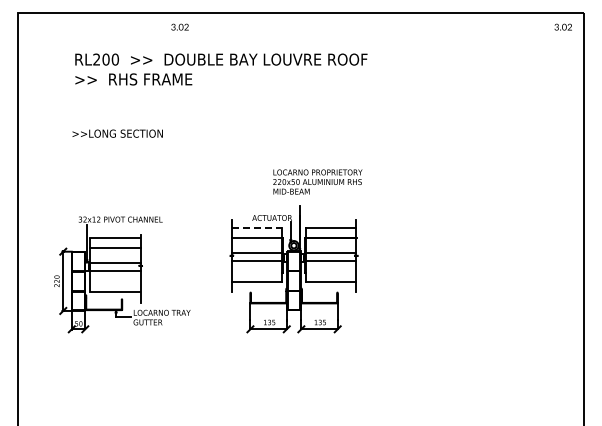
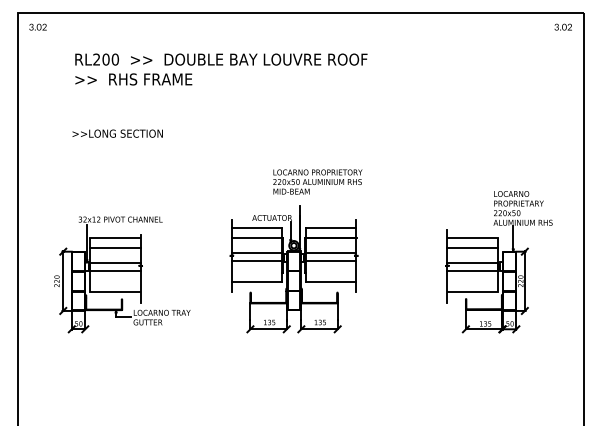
text at (179, 26) position: (179, 26) -> (37, 26)
line at (257, 228): dashed -> solid
part at (498, 262): none -> present
